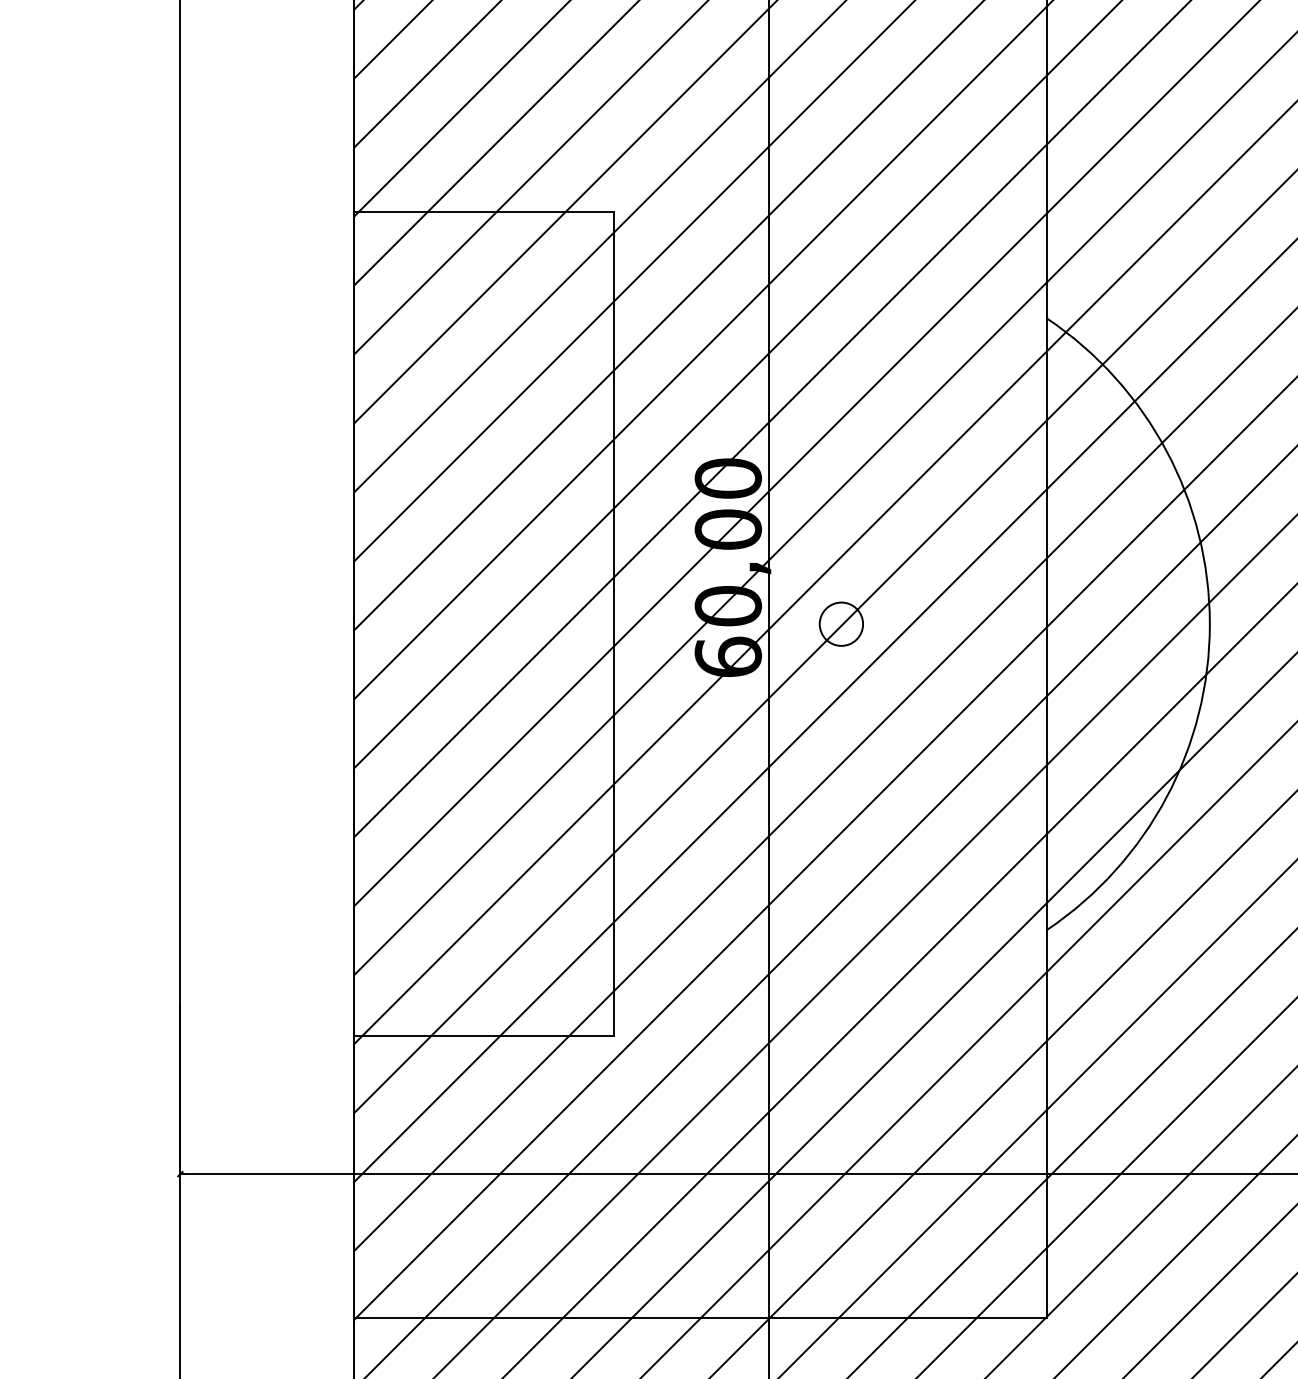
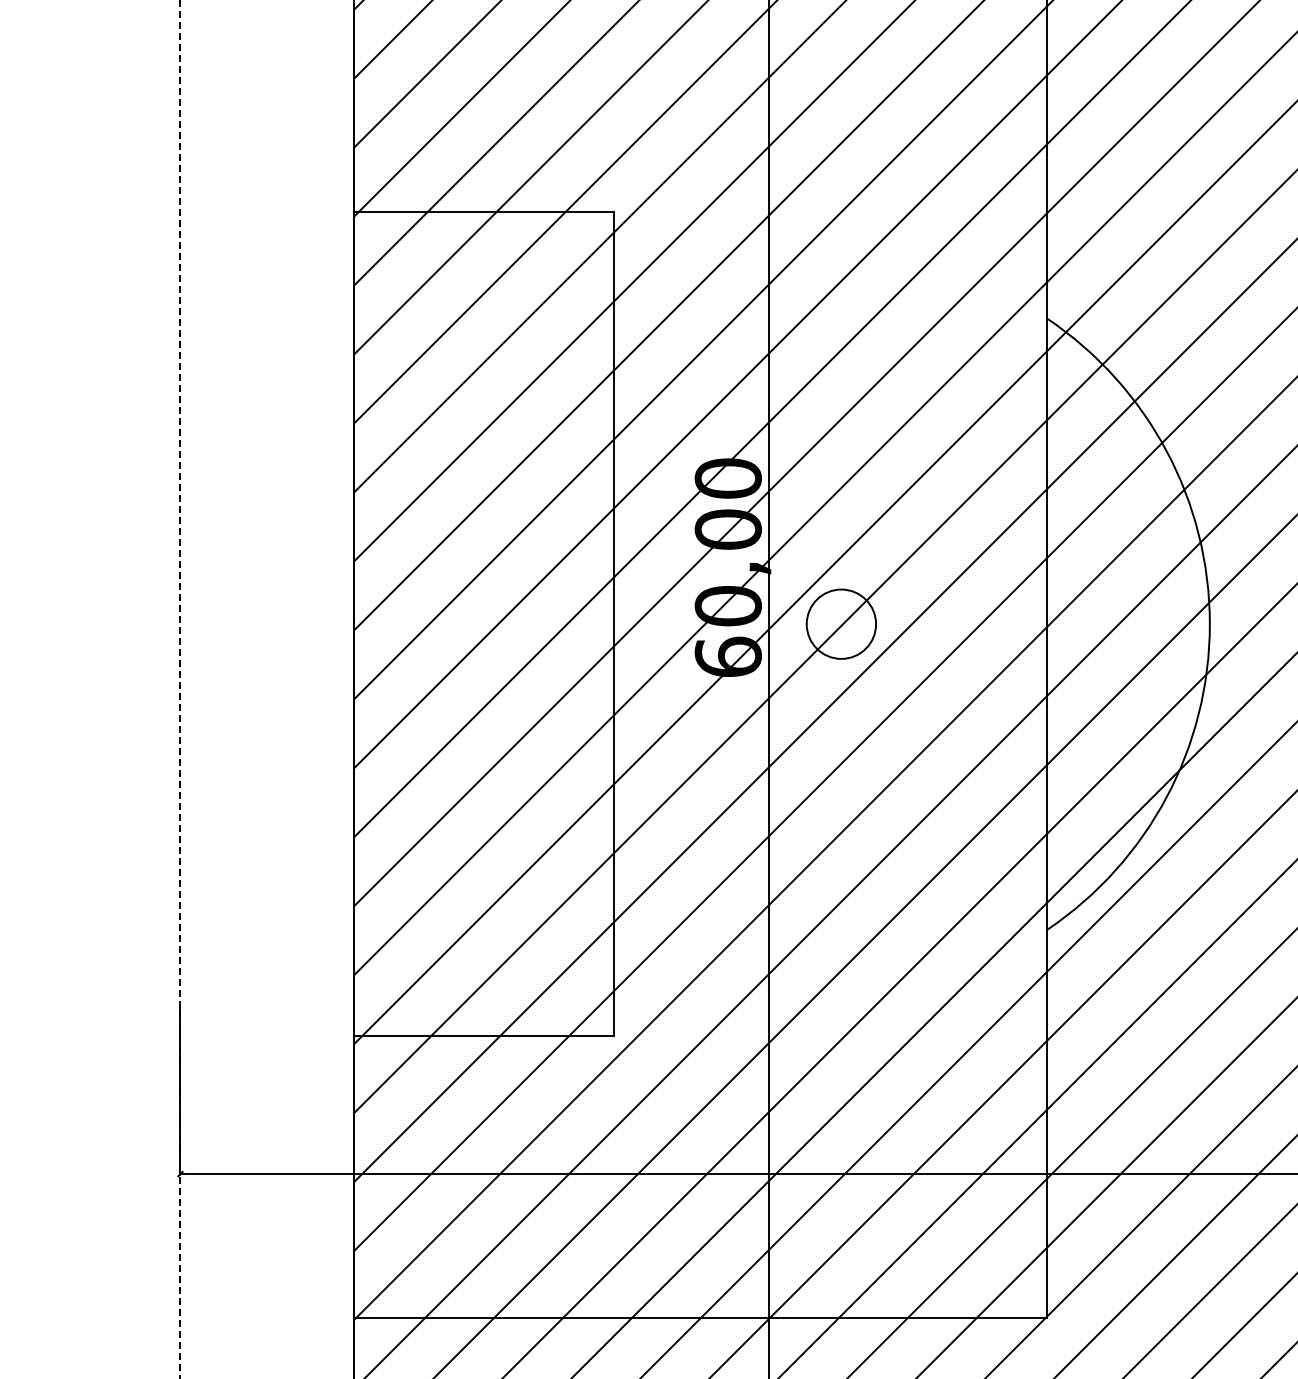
circle at (841, 623) diameter: 43 px -> 69 px
line at (180, 690): solid -> dashed
